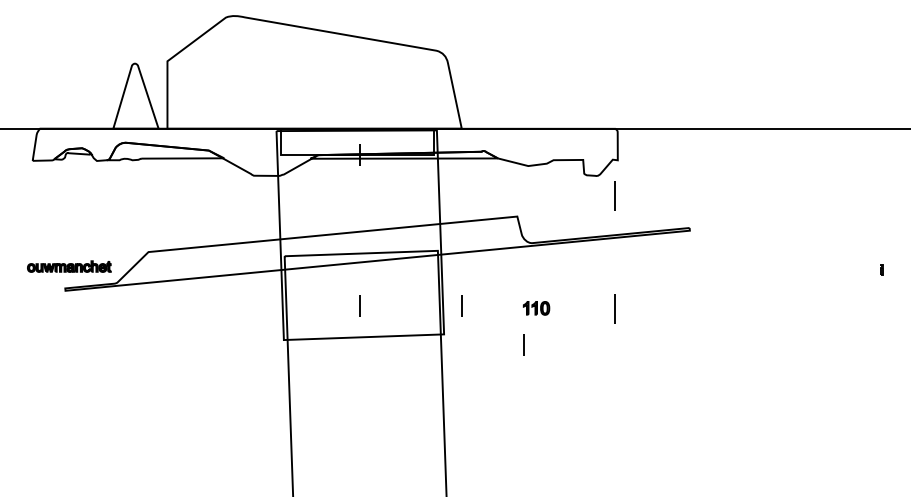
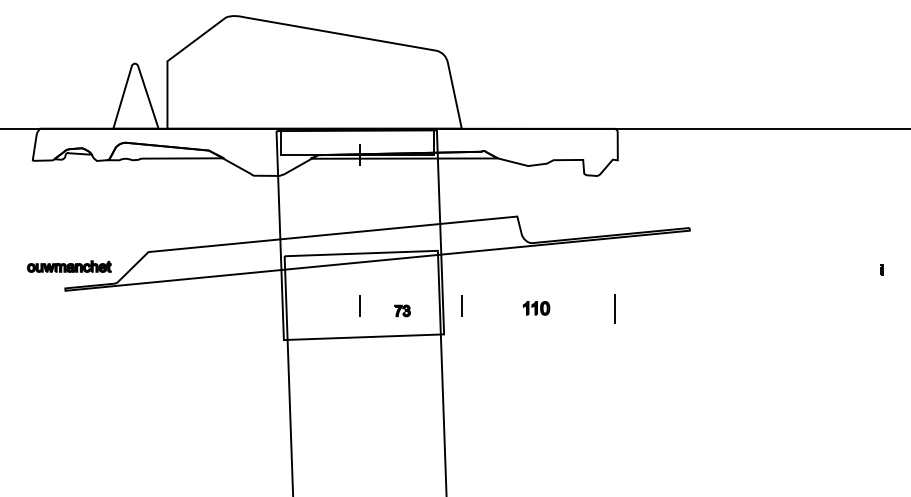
line at (614, 195): present -> none
part at (402, 310): none -> present
line at (523, 344): present -> none
